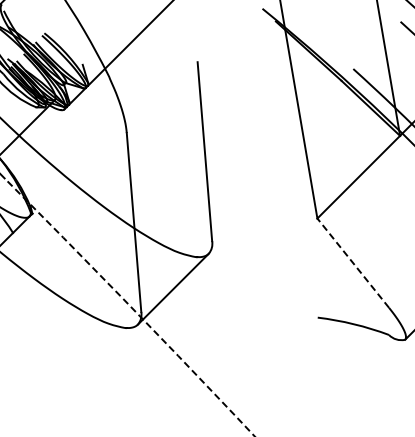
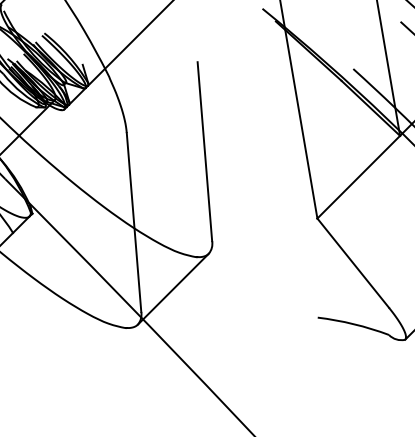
line at (352, 262): dashed -> solid
arc at (130, 306): dashed -> solid
